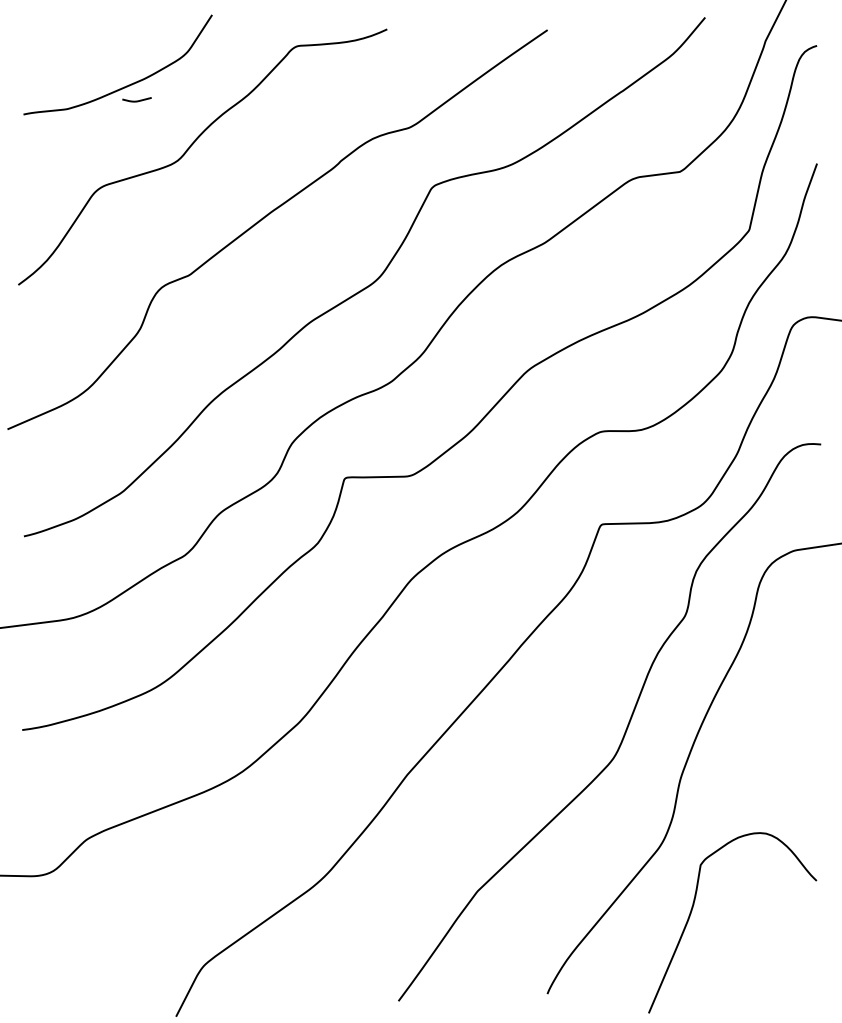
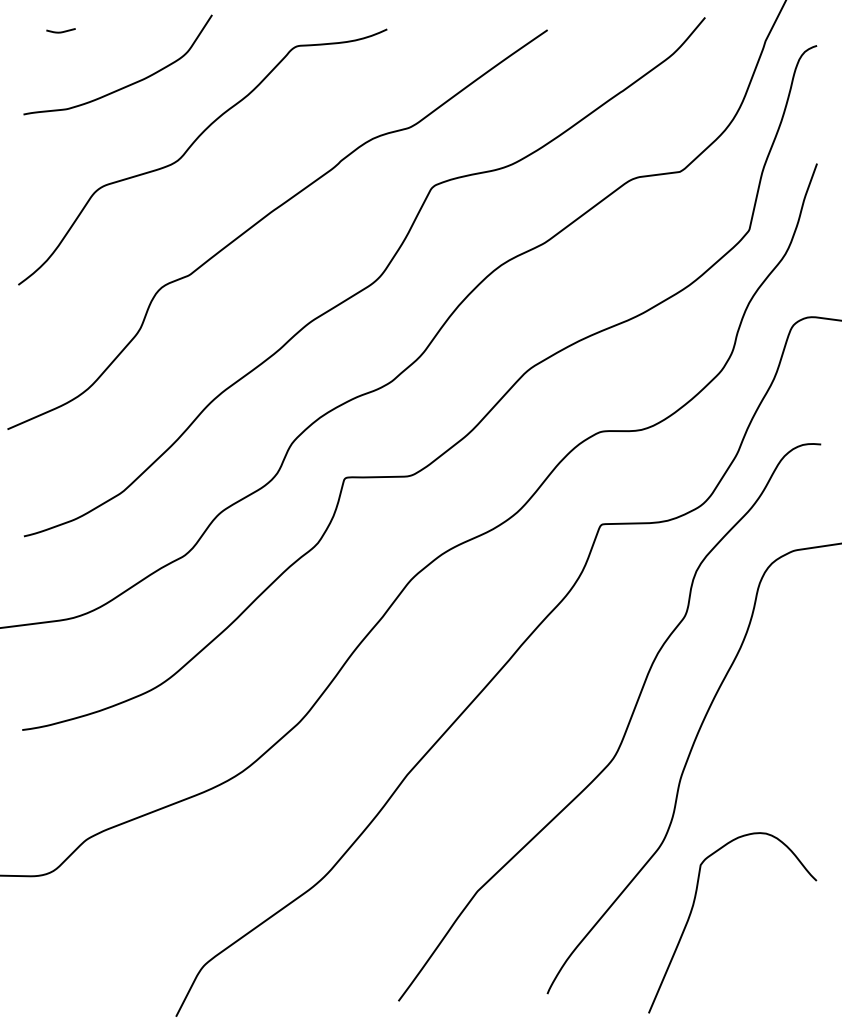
curve at (136, 100) position: (136, 100) -> (60, 31)
